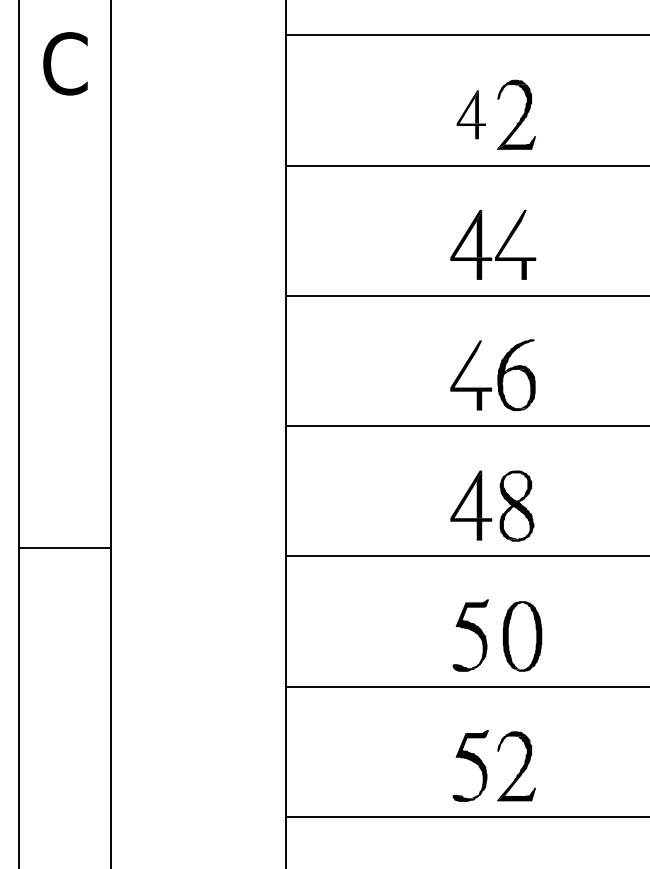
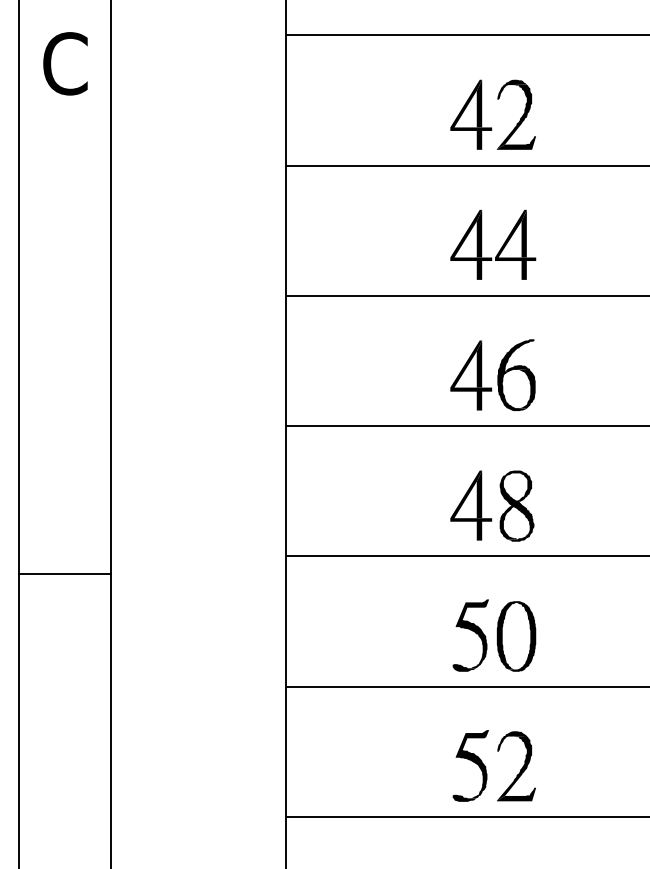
part at (470, 114) size: 30x50 px -> 43x71 px
fill at (512, 233): none -> present
fill at (468, 363): none -> present
line at (65, 548) position: (65, 548) -> (65, 574)
part at (522, 636) position: (522, 636) -> (516, 636)
